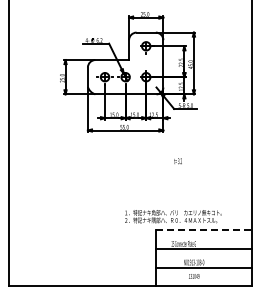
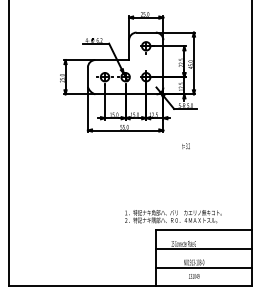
text at (177, 161) position: (177, 161) -> (185, 146)
line at (203, 229): dashed -> solid
